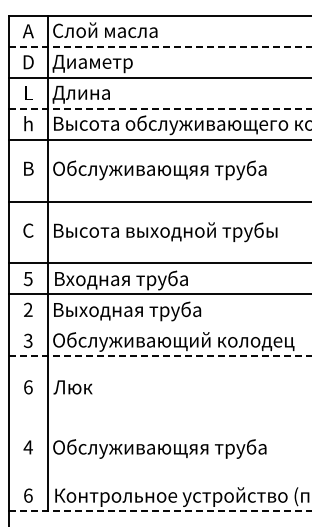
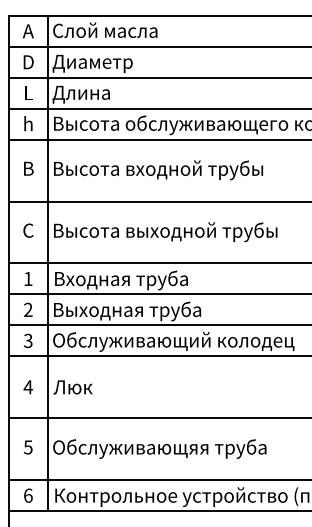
line at (160, 46): dashed -> solid
line at (160, 108): dashed -> solid
text at (159, 170): Обслуживающяя труба -> Высота входной трубы
text at (27, 279): 5 -> 1
line at (158, 325): none -> present
line at (160, 356): dashed -> solid
text at (27, 387): 6 -> 4
line at (158, 418): none -> present
text at (27, 447): 4 -> 5
line at (158, 480): none -> present
line at (160, 511): dashed -> solid
